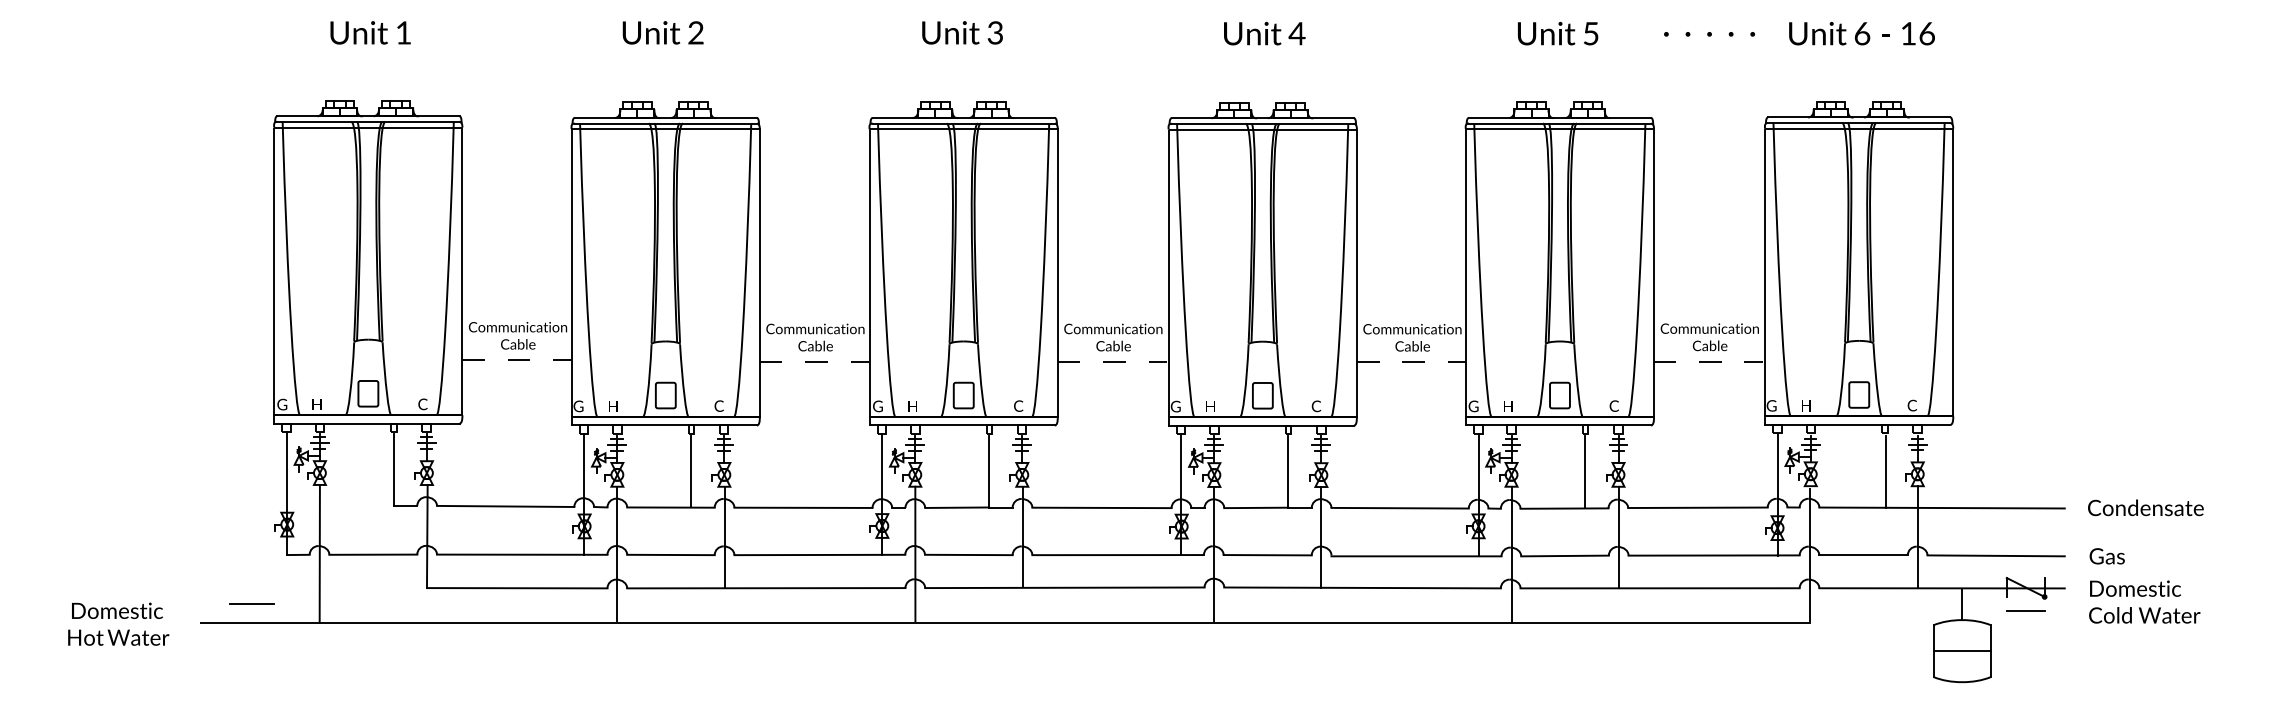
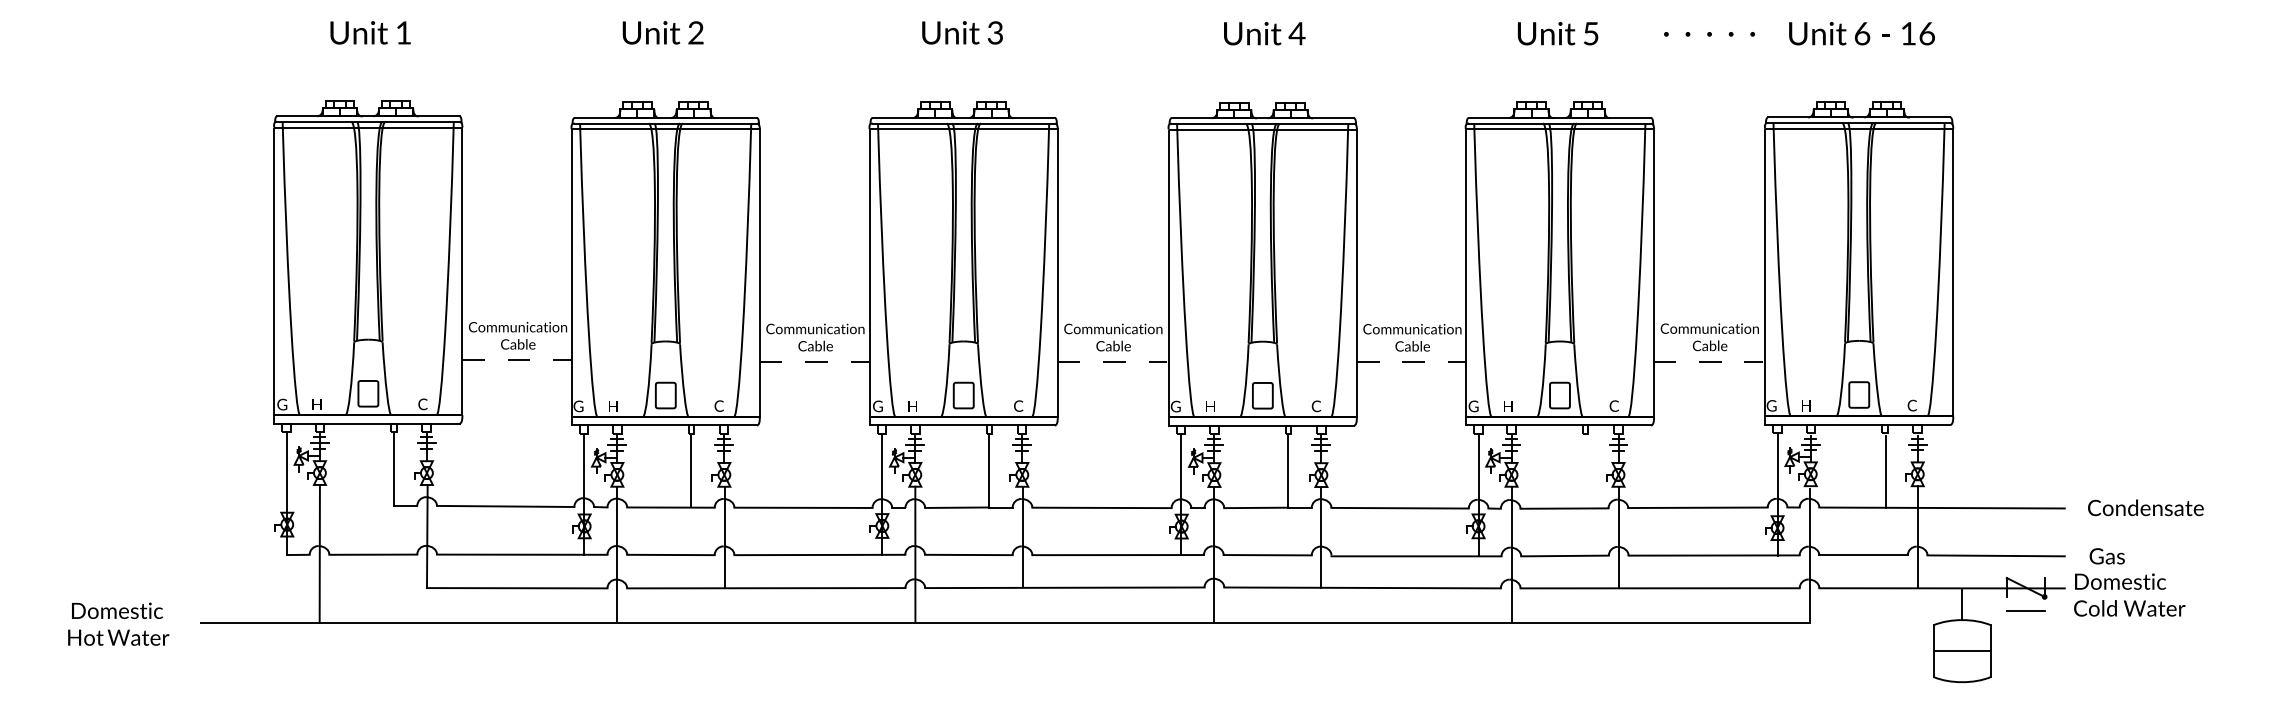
line at (1585, 471): present -> none
text at (2144, 601) position: (2144, 601) -> (2129, 594)
line at (251, 603): present -> none
